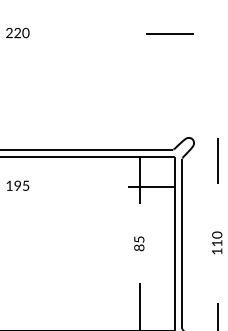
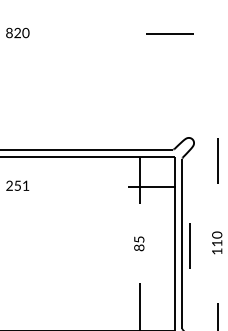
text at (9, 33): 220 -> 820
text at (17, 185): 195 -> 251
line at (189, 245): none -> present
